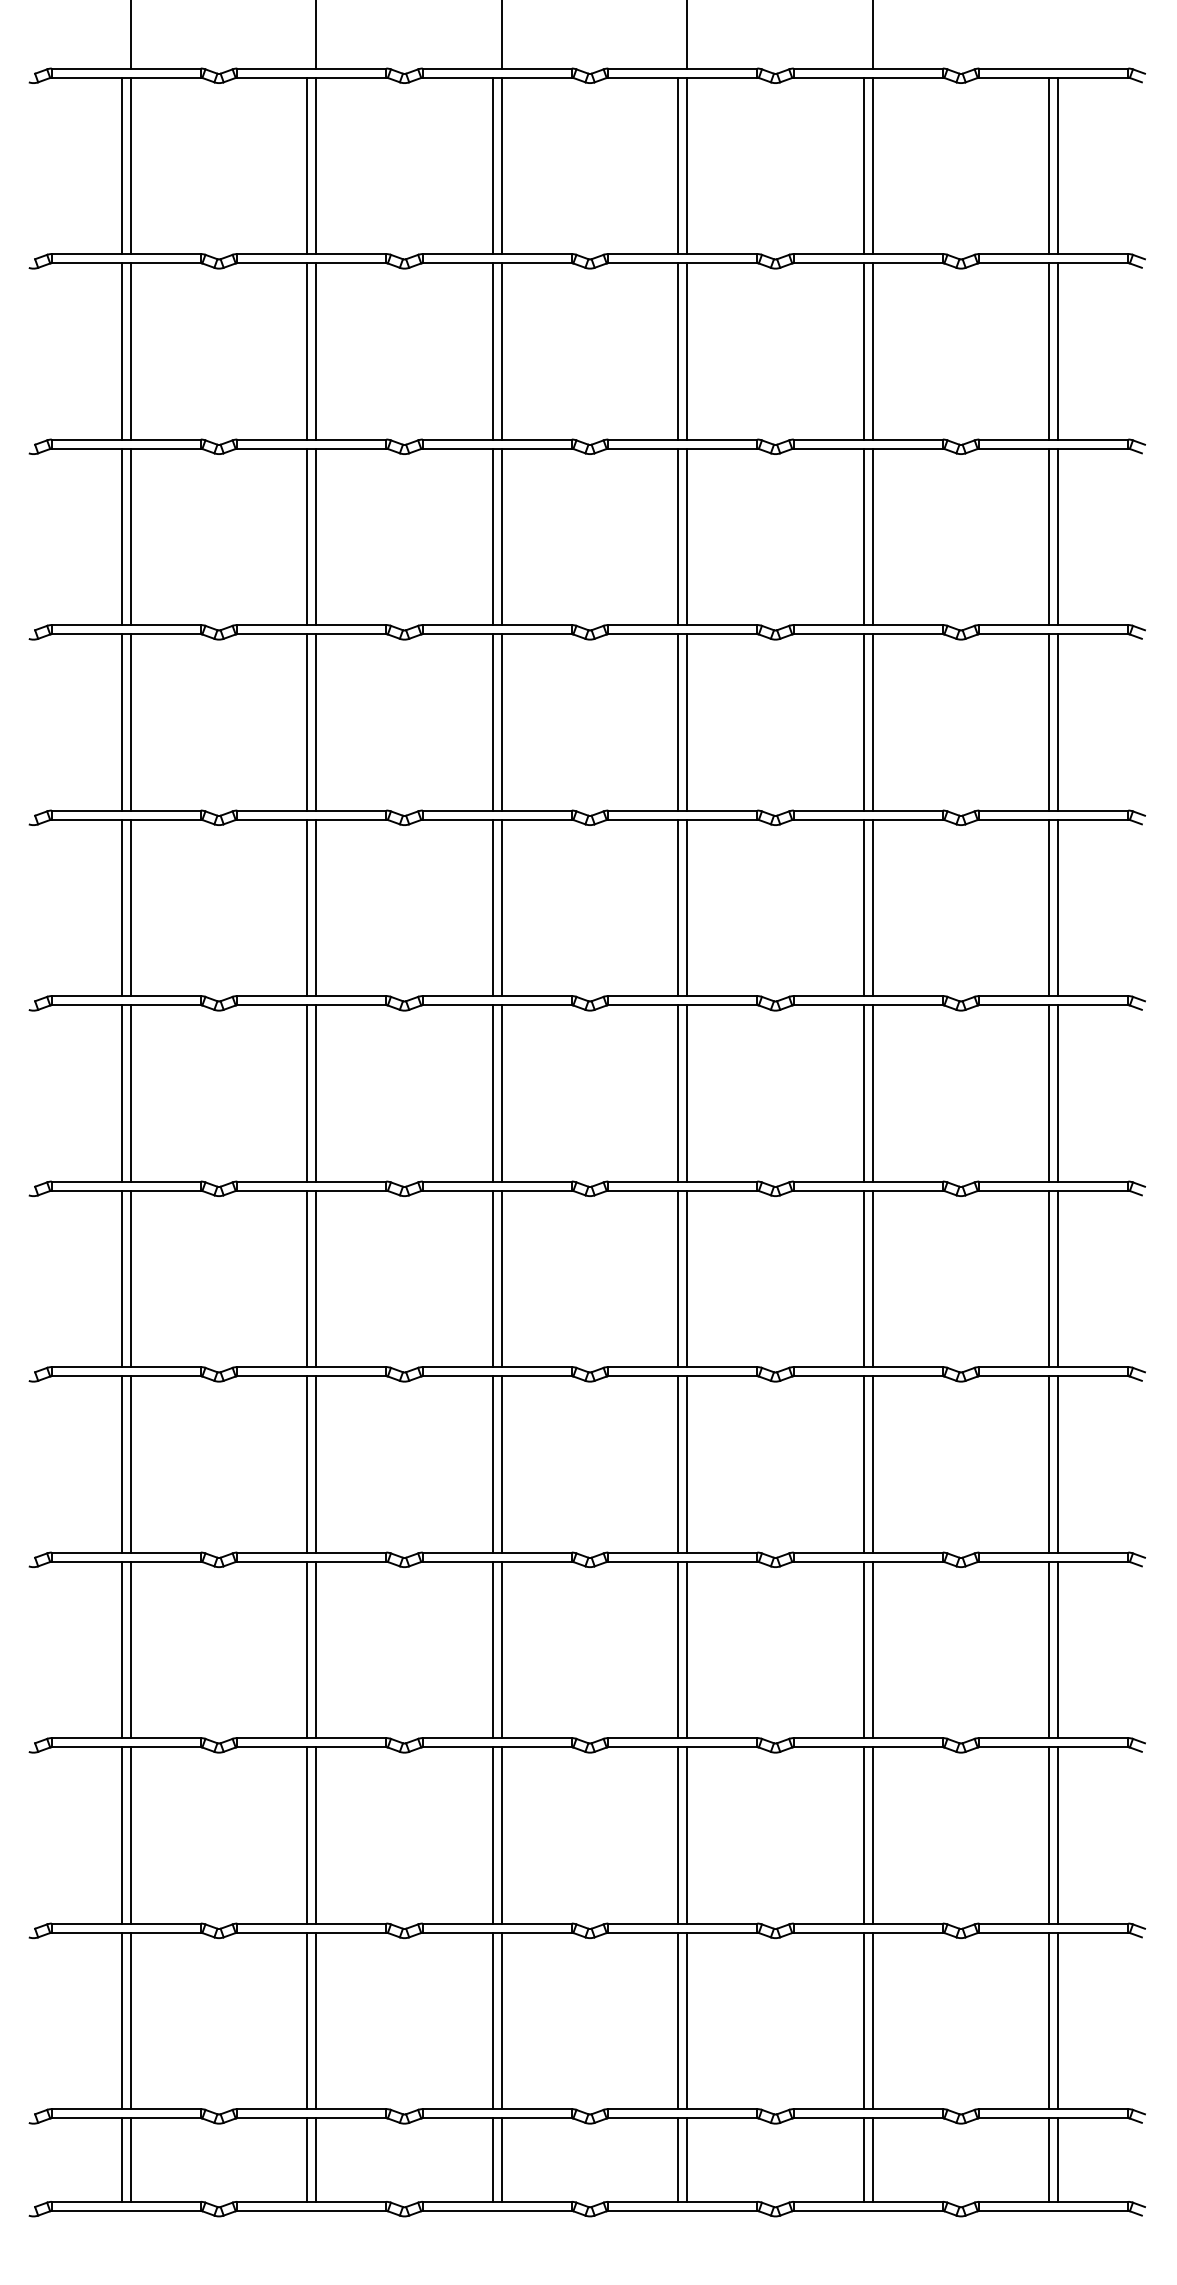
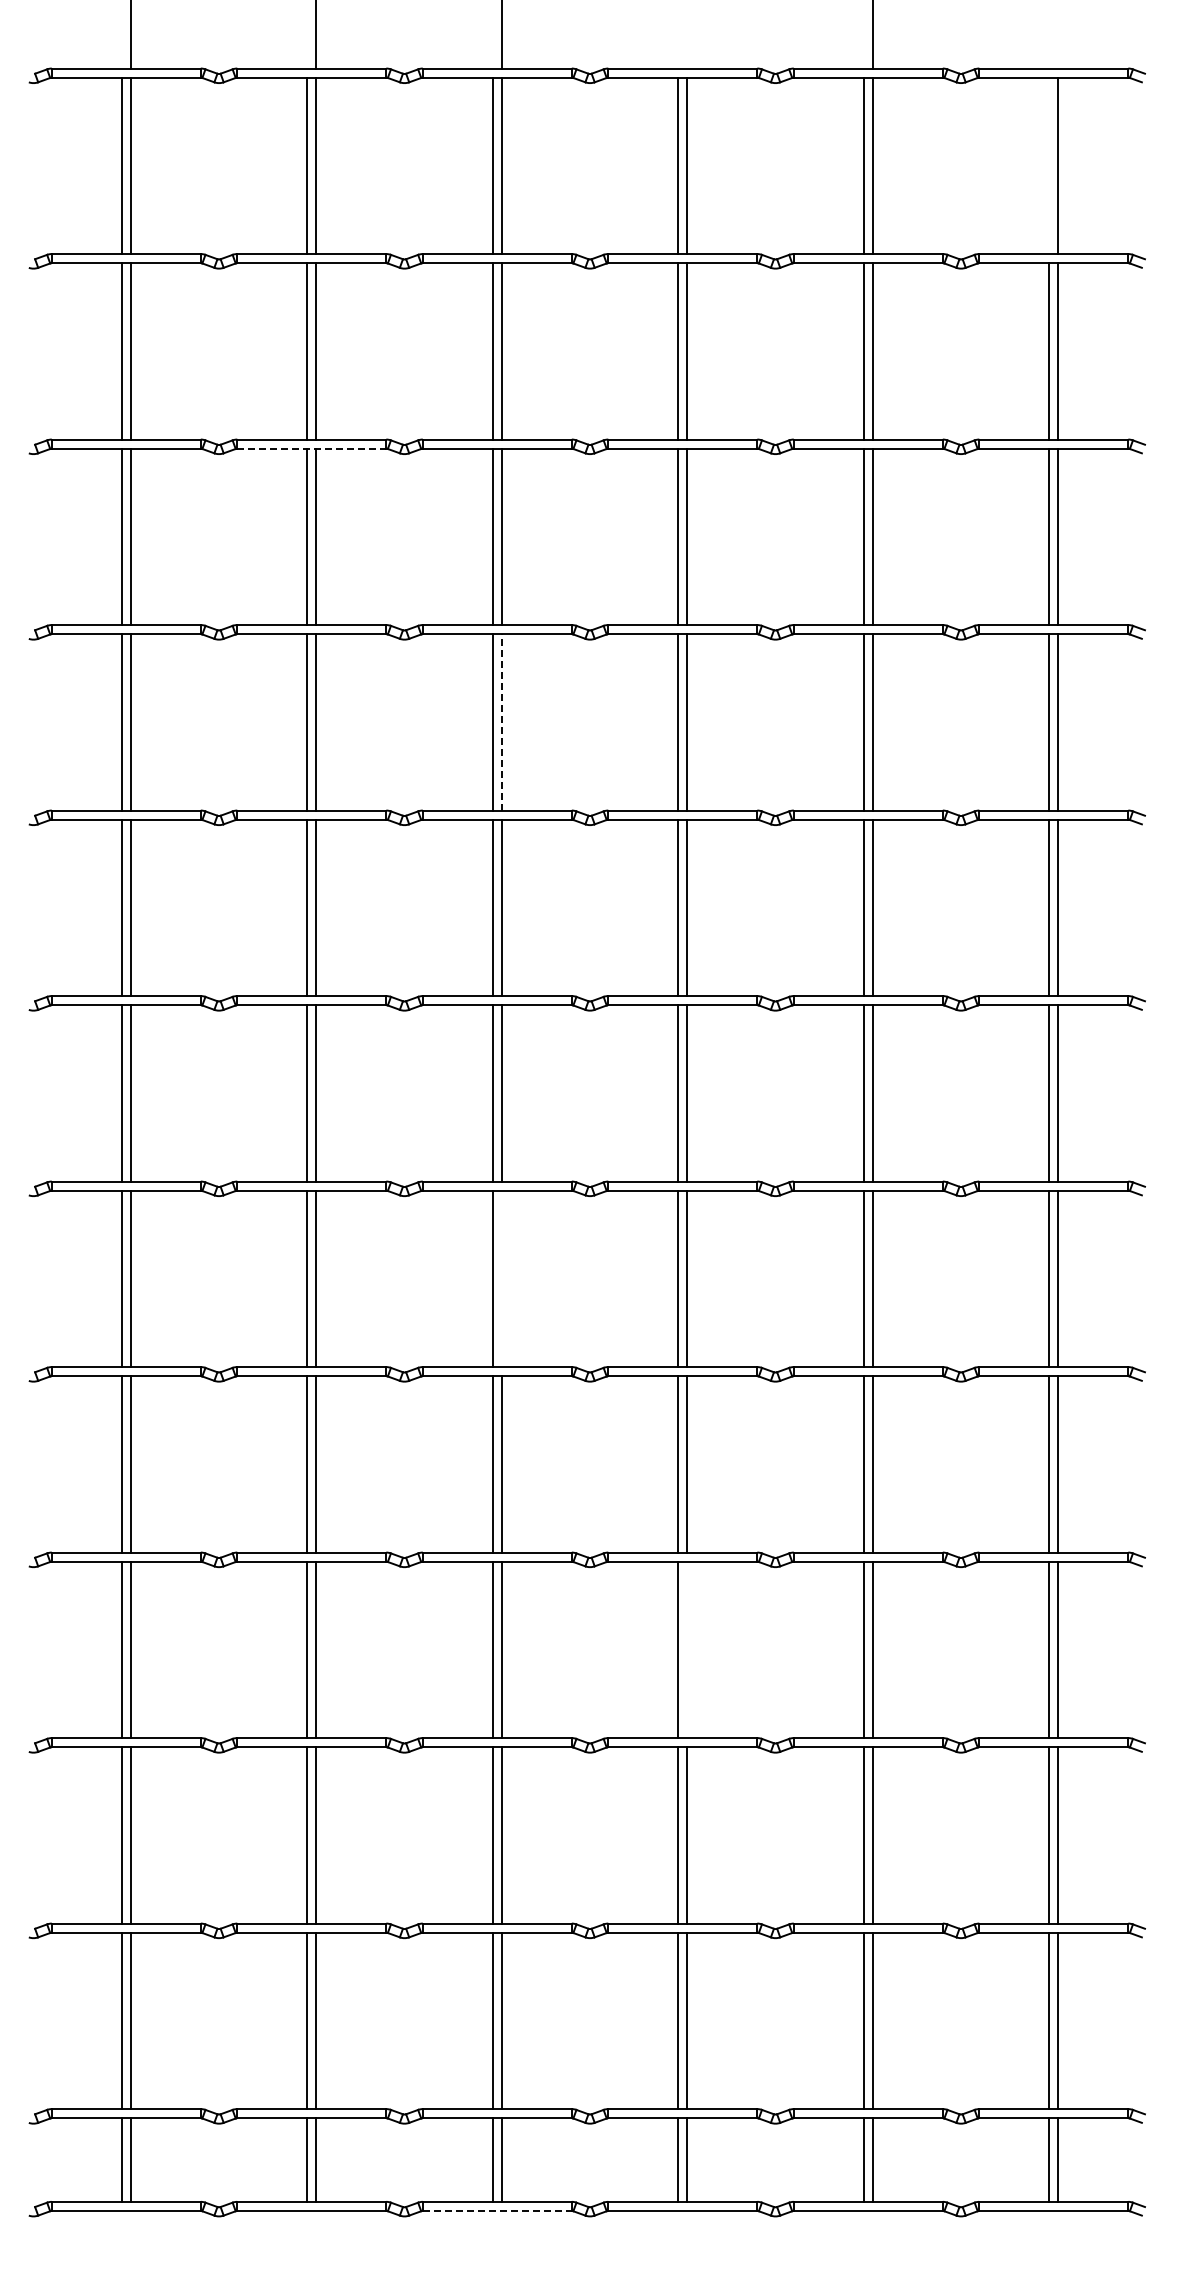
line at (687, 35): present -> none
line at (1049, 165): present -> none
line at (312, 448): solid -> dashed
line at (501, 721): solid -> dashed
line at (501, 1278): present -> none
line at (687, 1649): present -> none
line at (497, 2210): solid -> dashed
